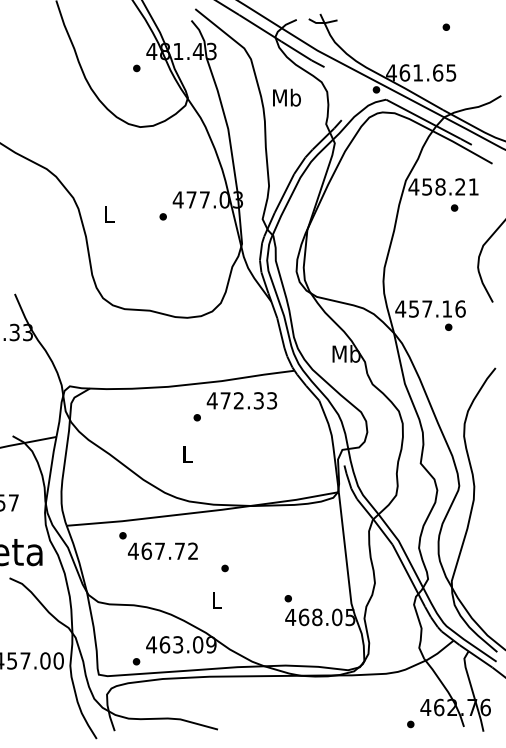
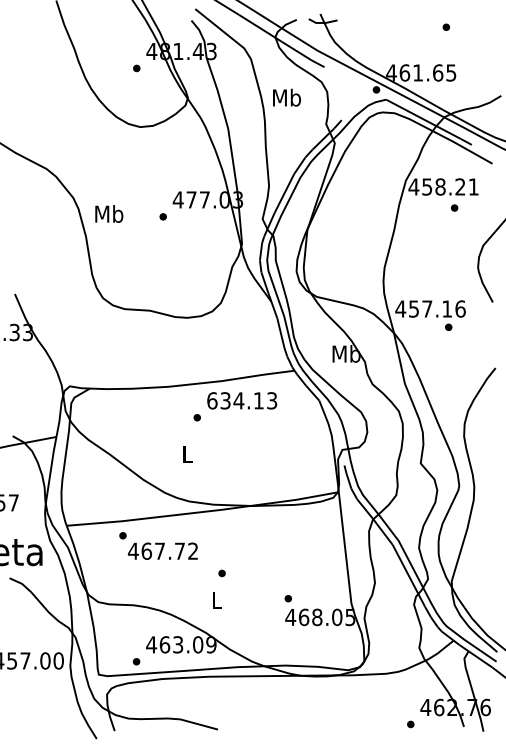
text at (109, 213): L -> Mb
text at (234, 400): 472.33 -> 634.13
part at (224, 568) position: (224, 568) -> (221, 573)
